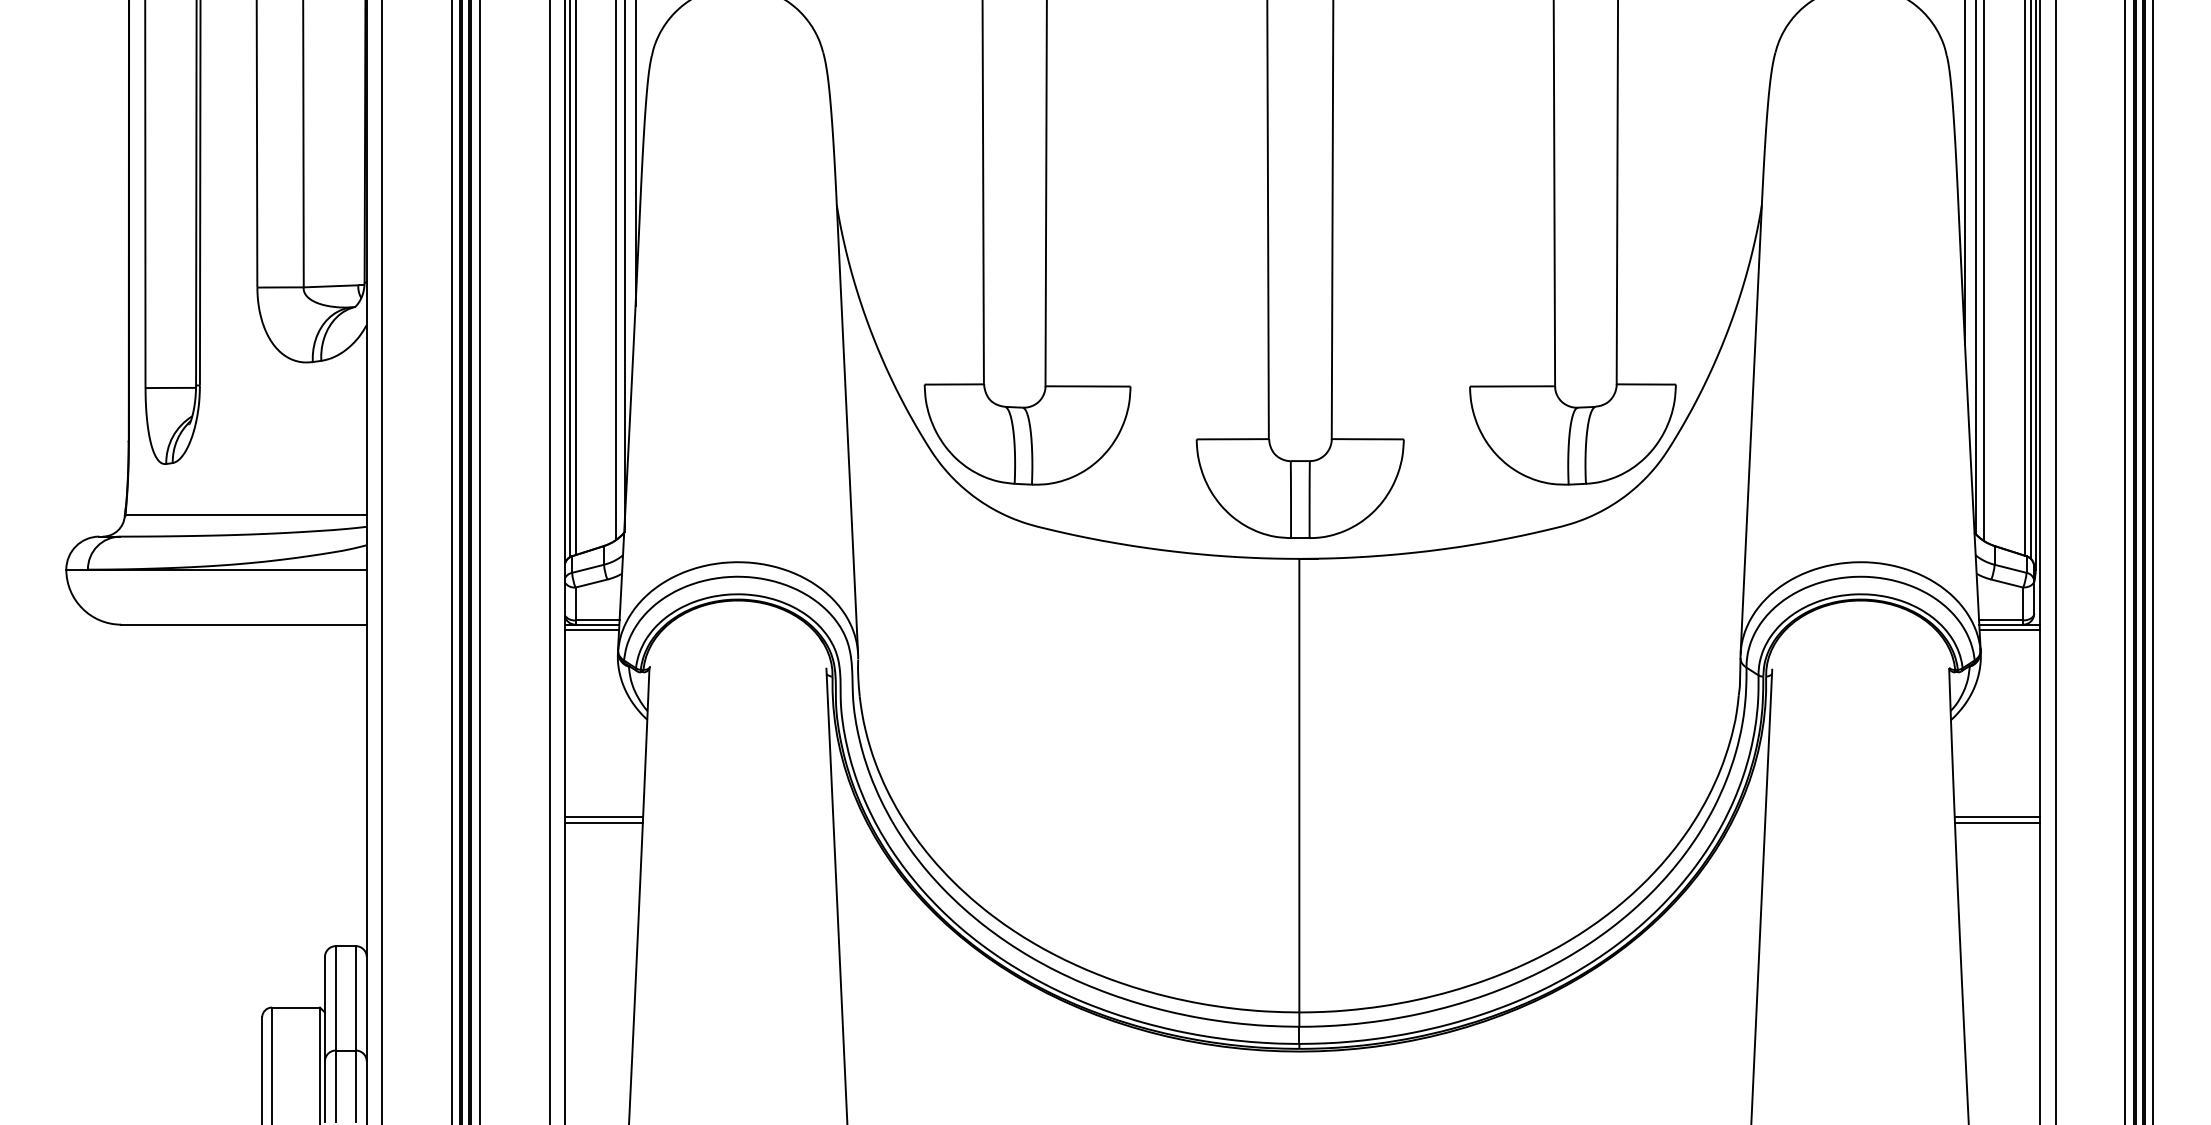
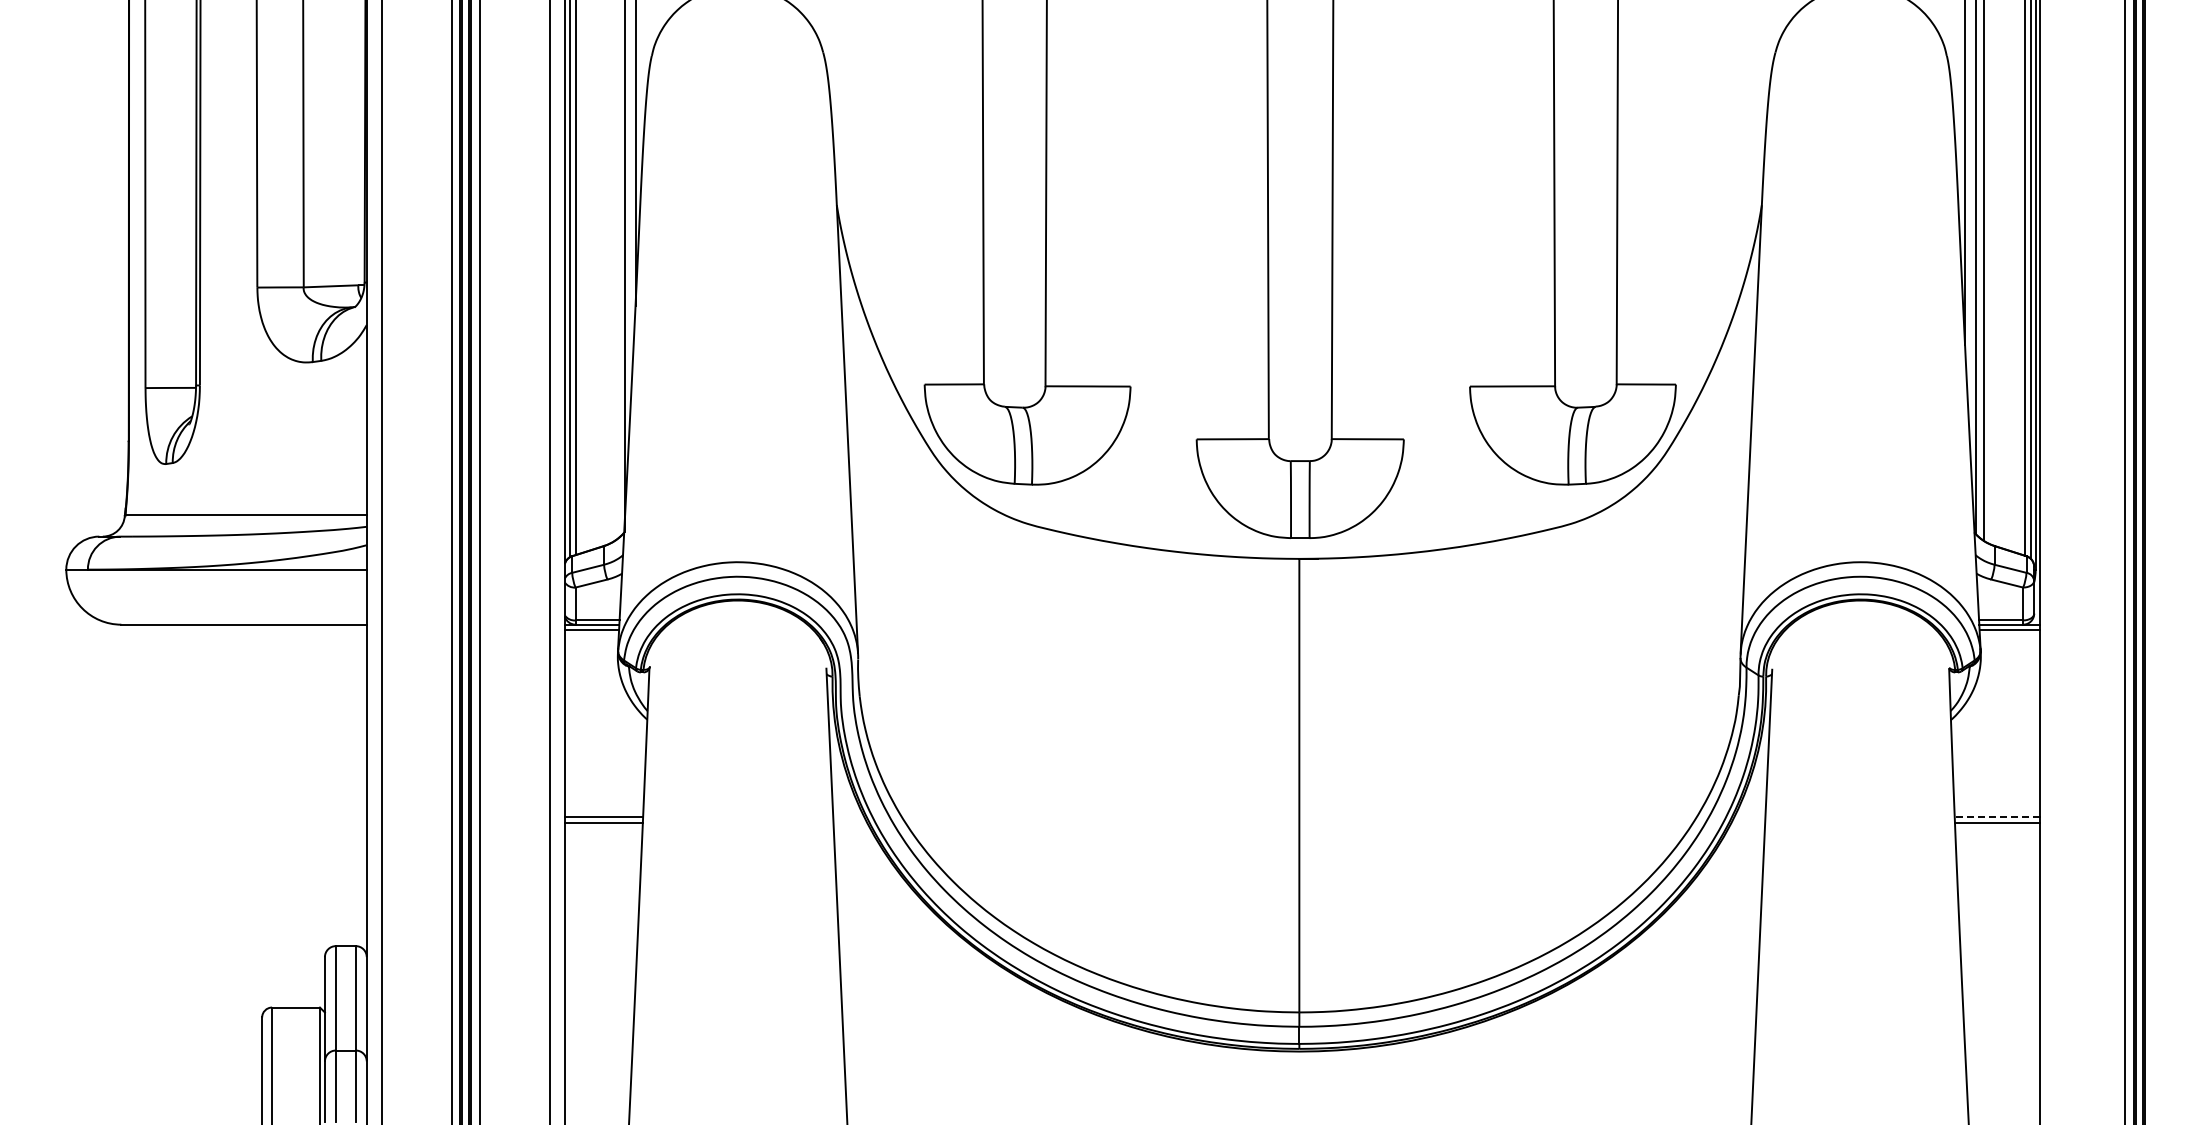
line at (616, 270): present -> none
line at (2055, 561): present -> none
line at (2153, 561): present -> none
line at (1997, 817): solid -> dashed
